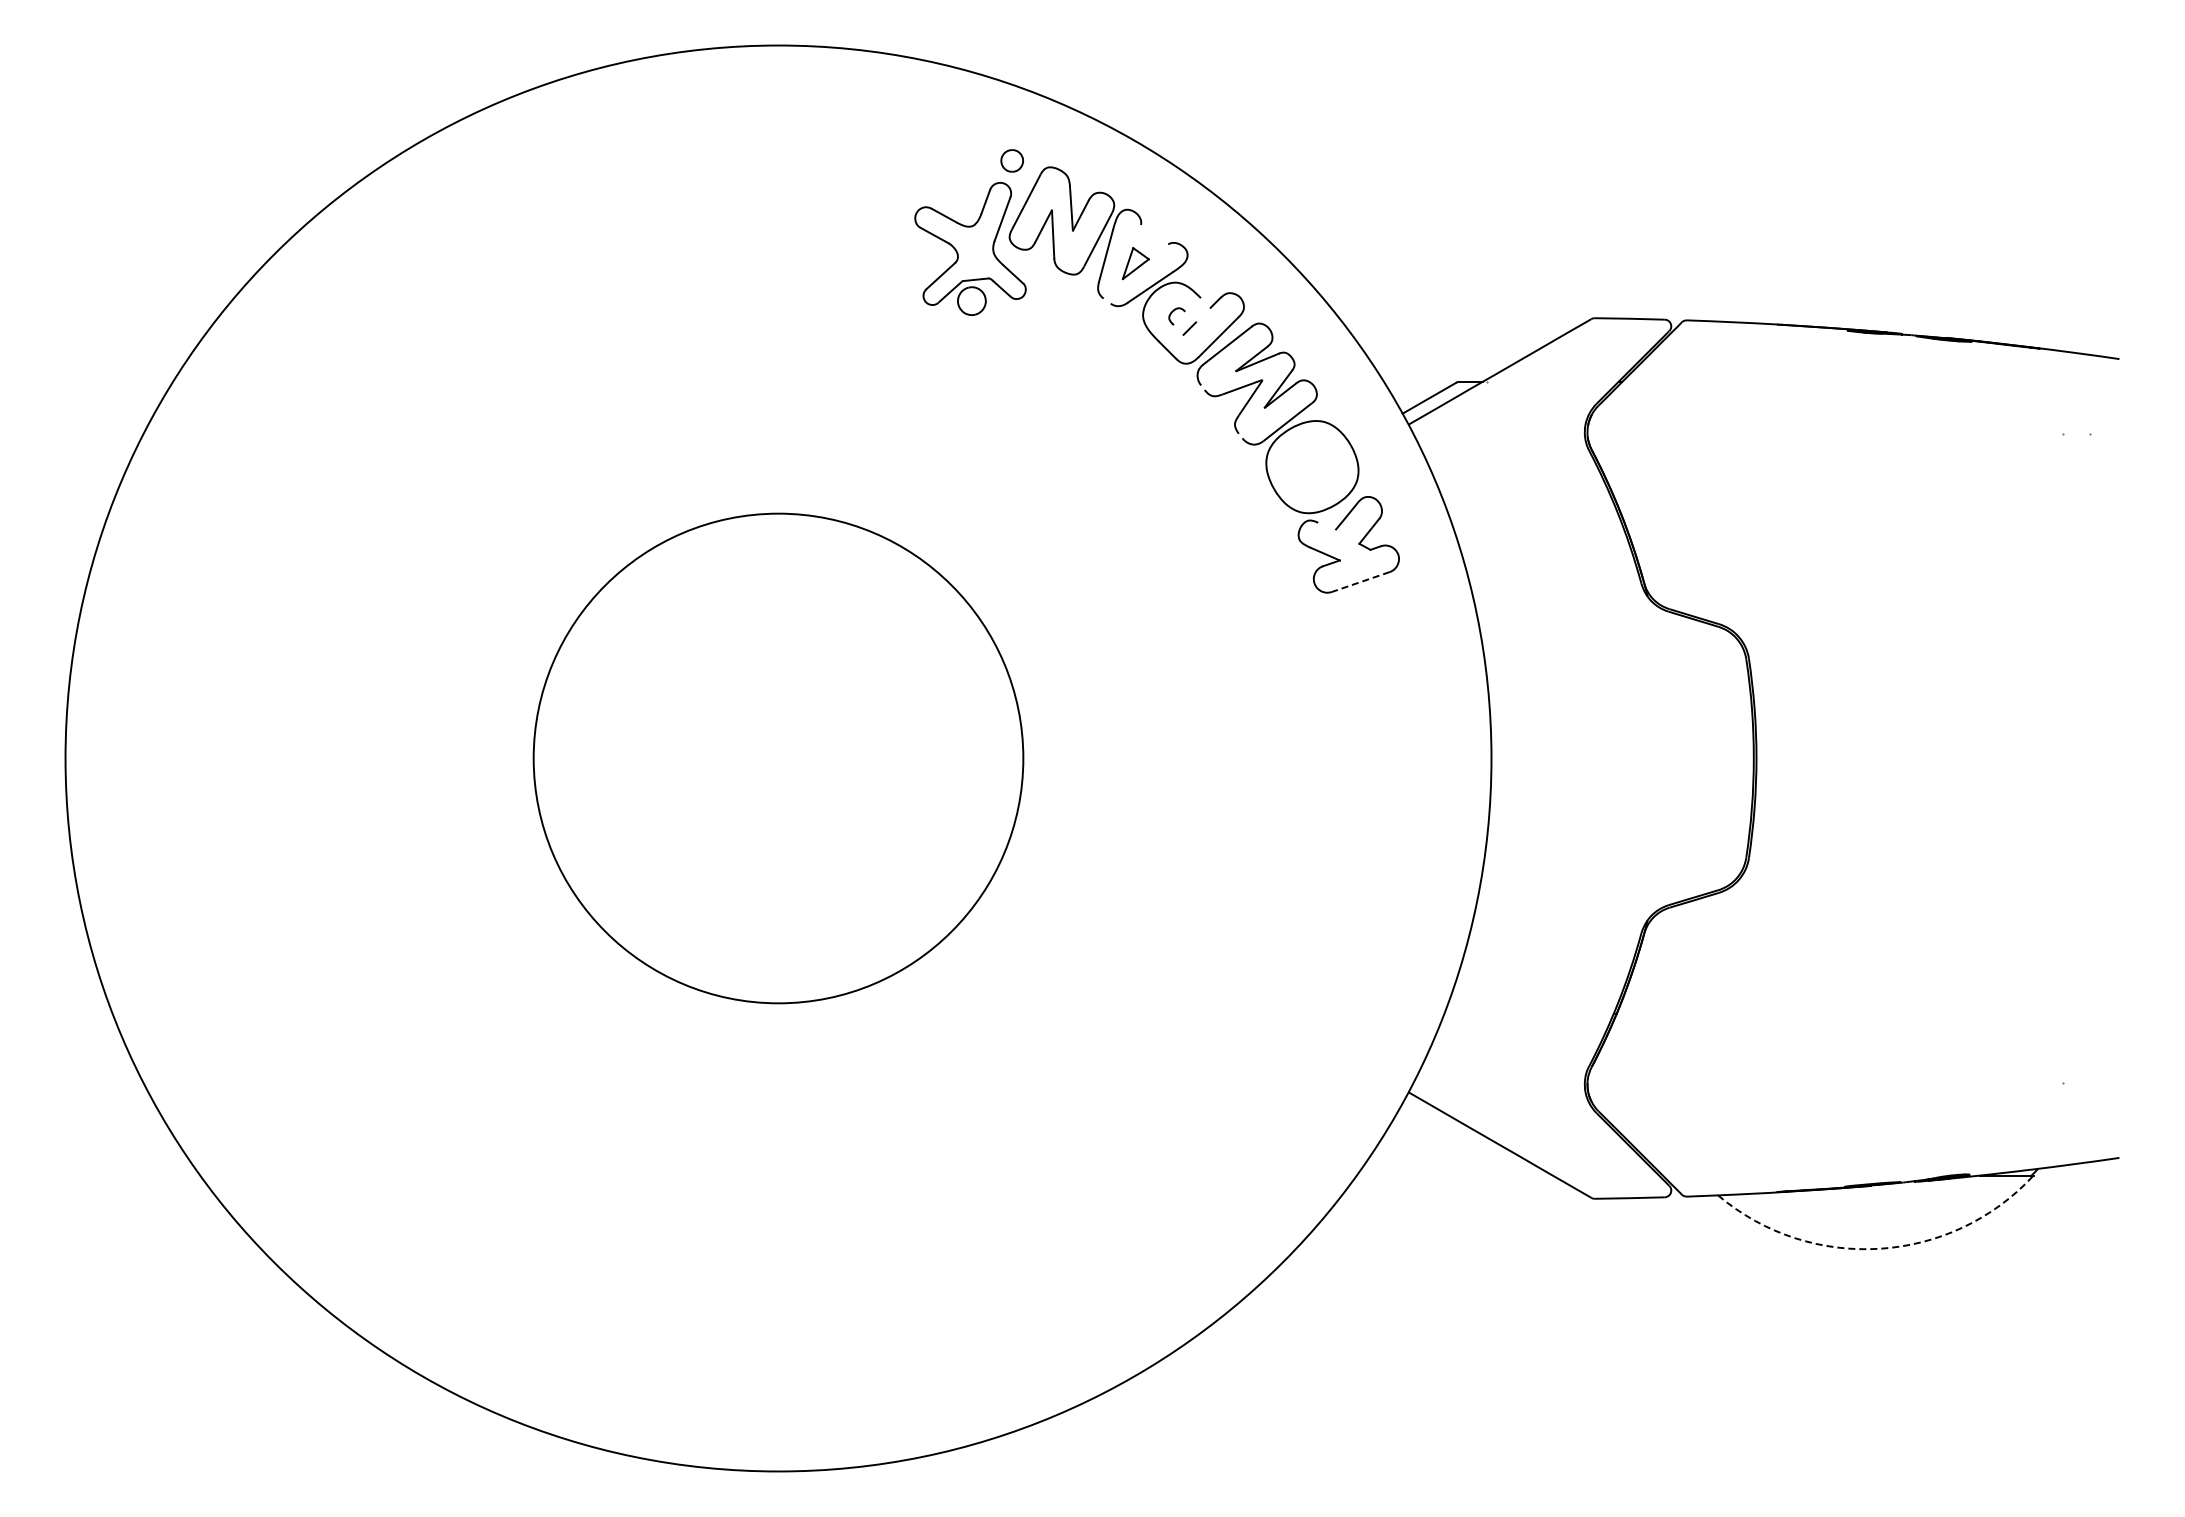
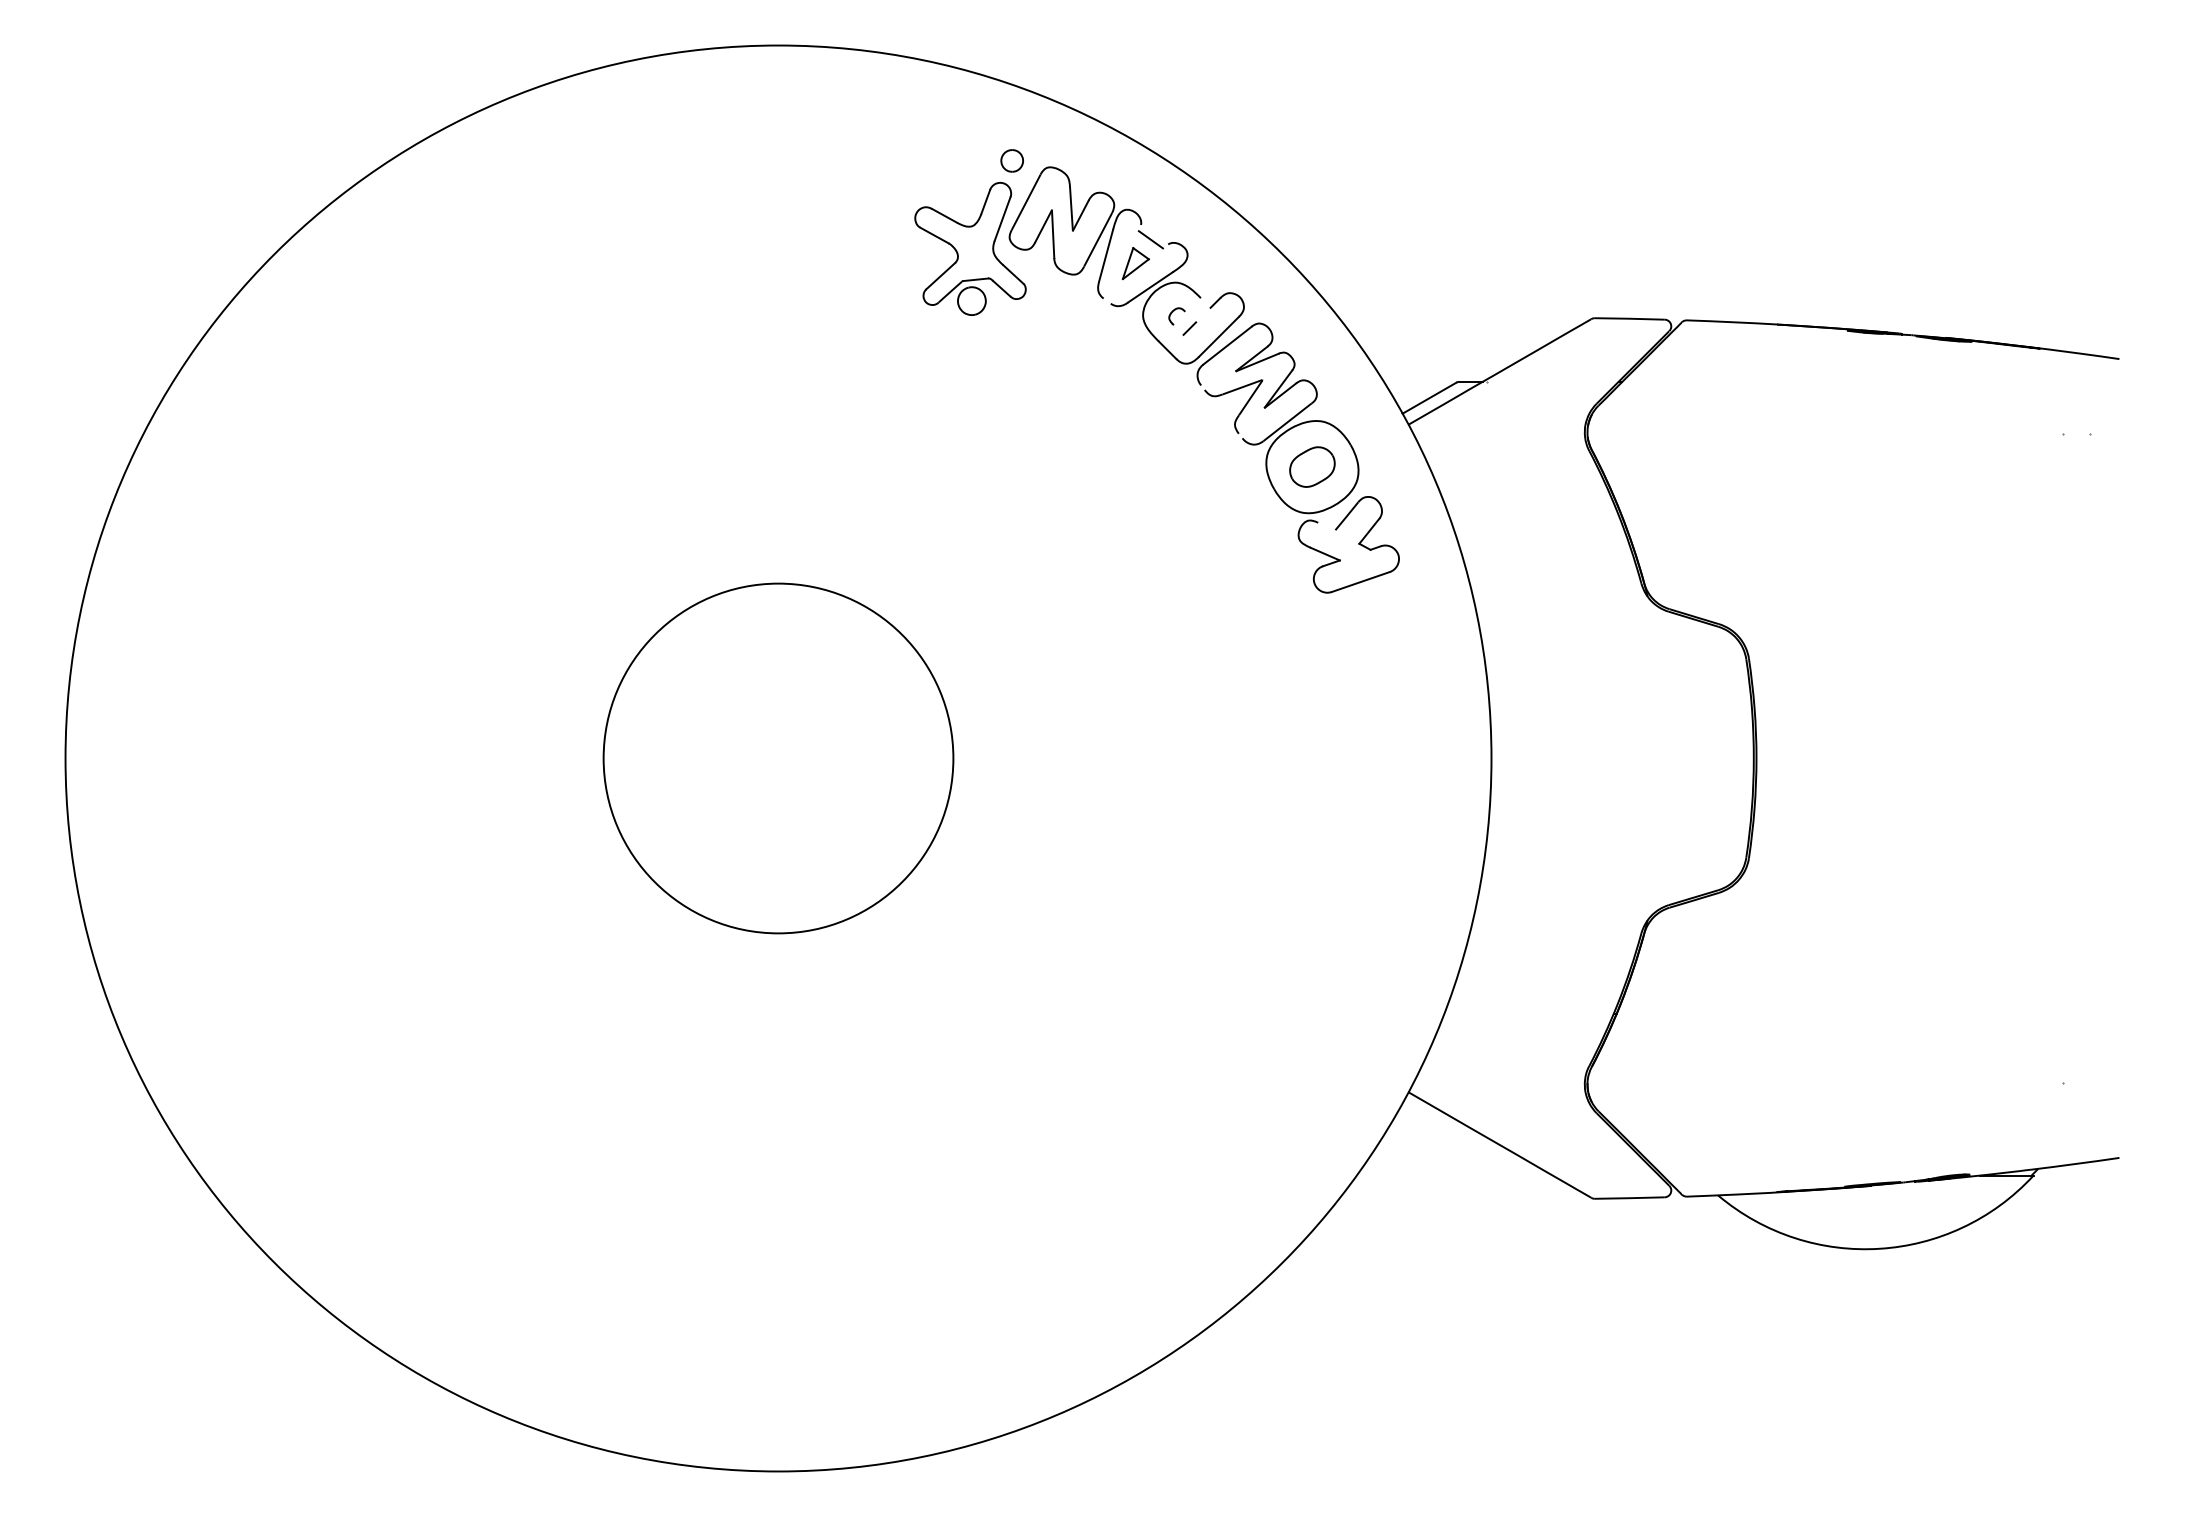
line at (1150, 239): none -> present
part at (1312, 466): none -> present
line at (1360, 582): dashed -> solid
circle at (778, 758) diameter: 490 px -> 350 px
arc at (1879, 1248): dashed -> solid
